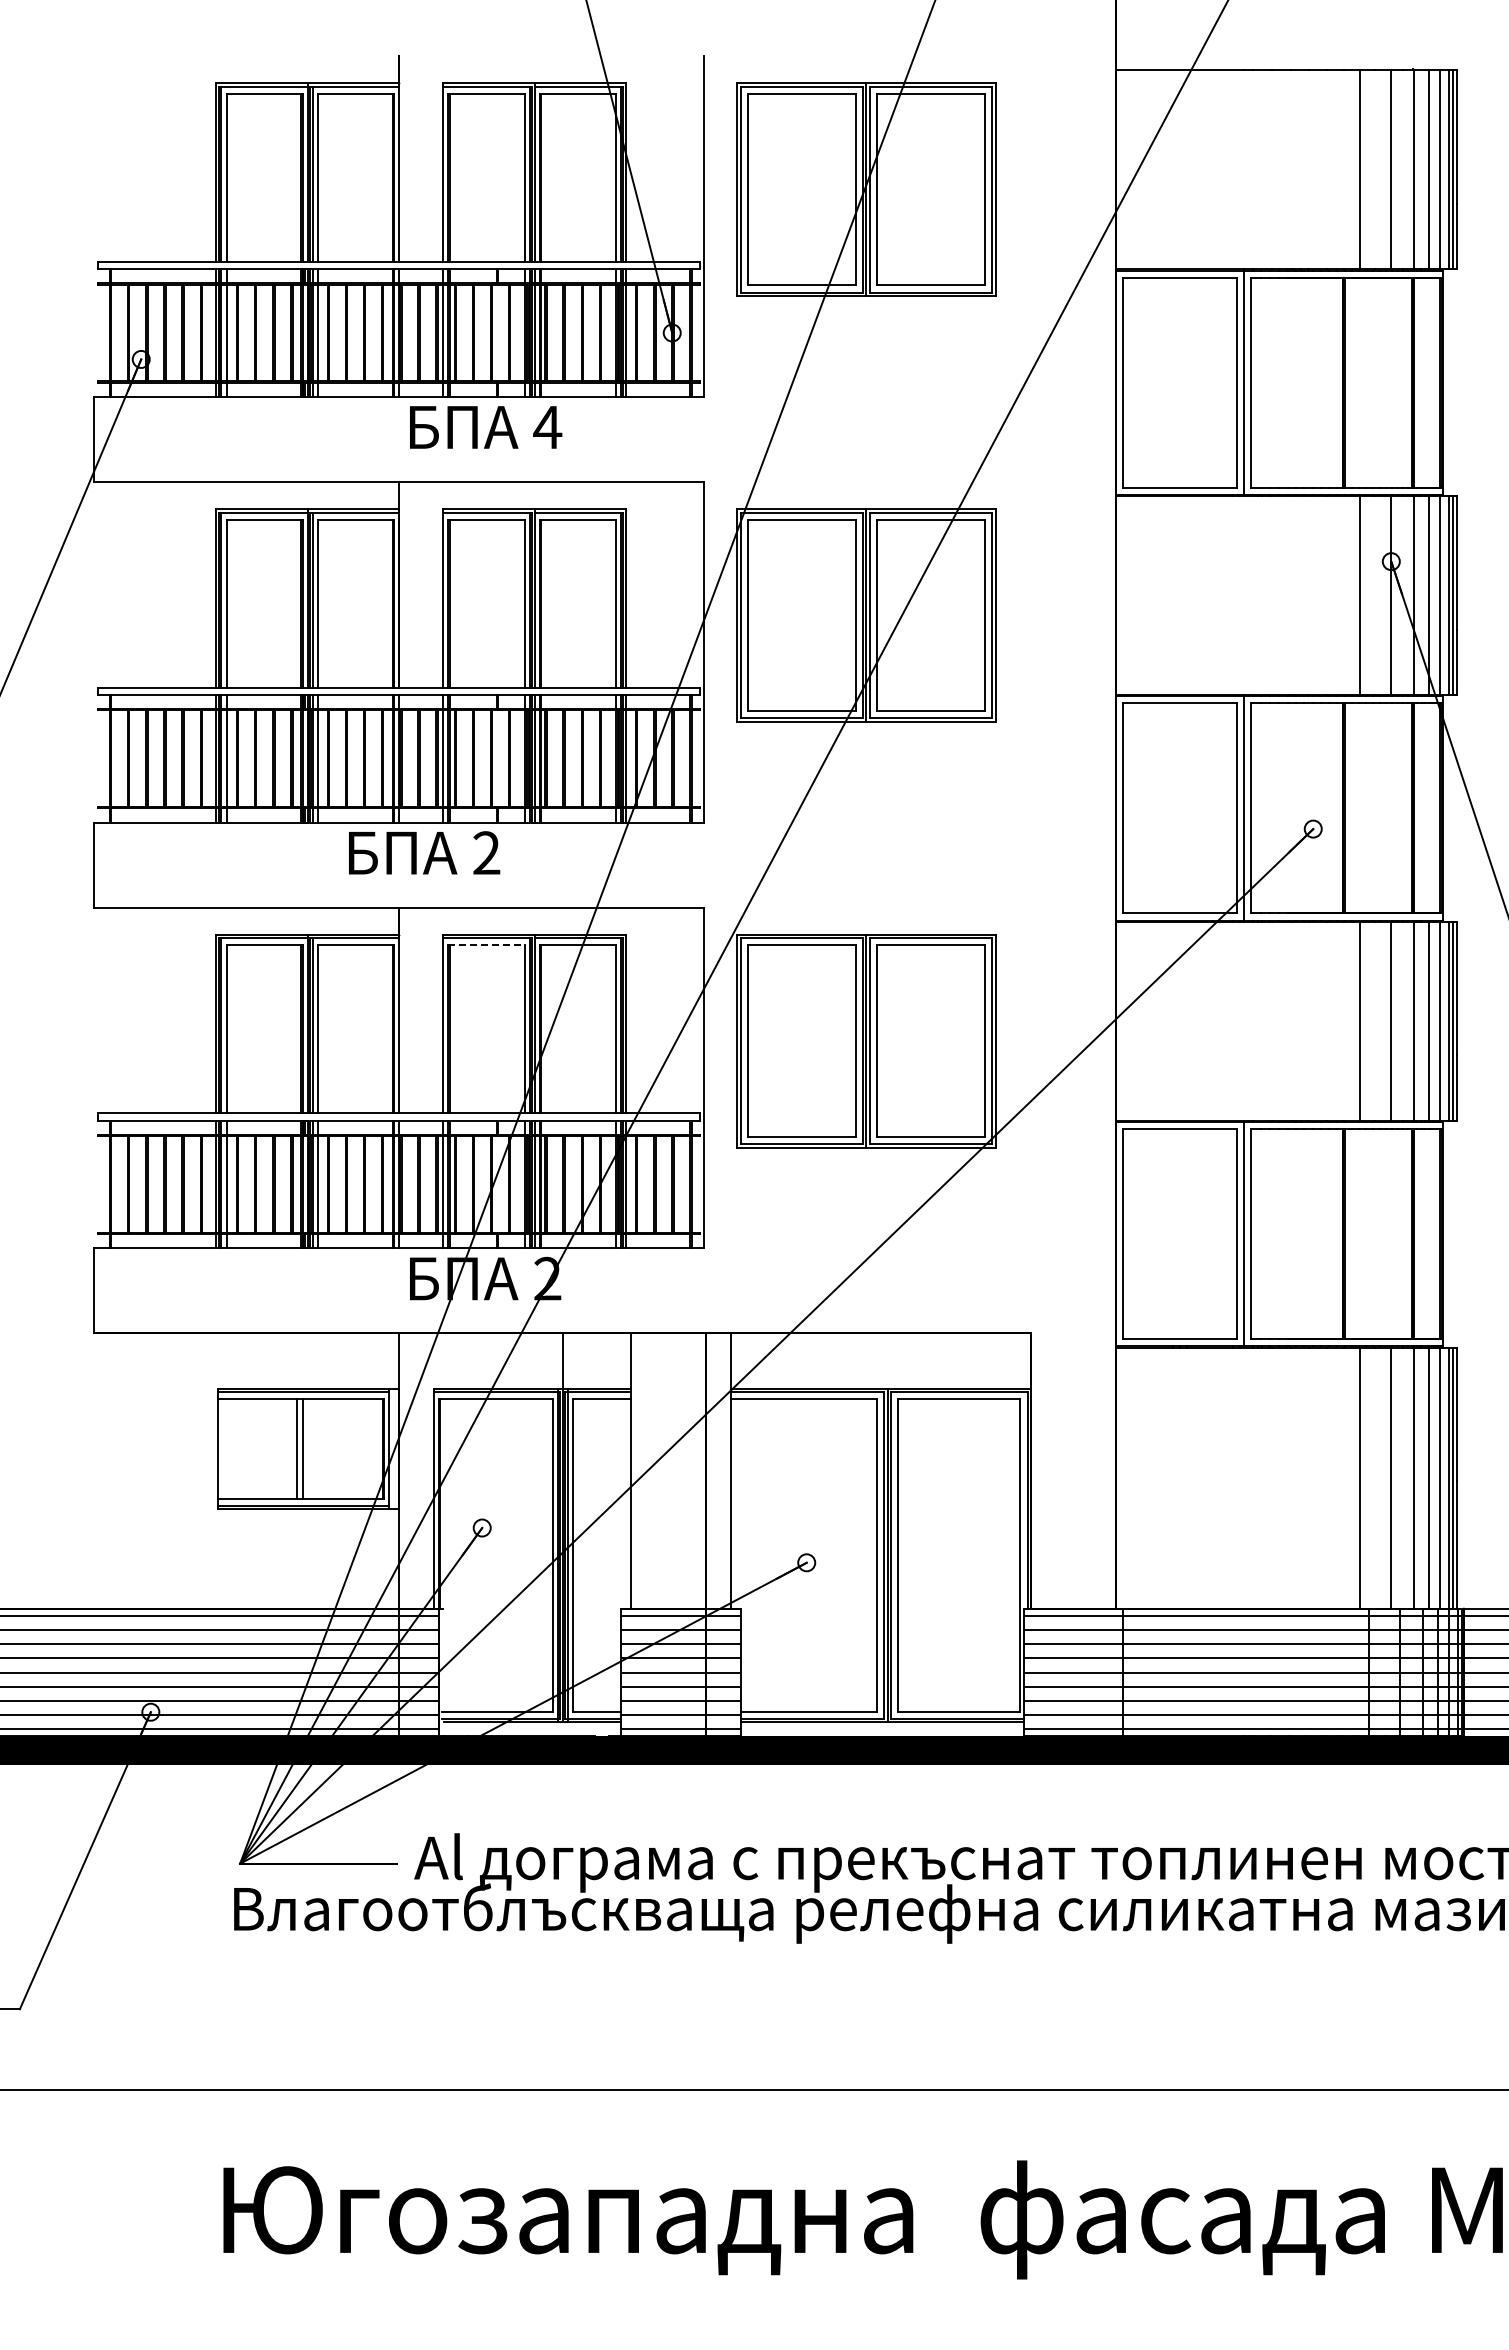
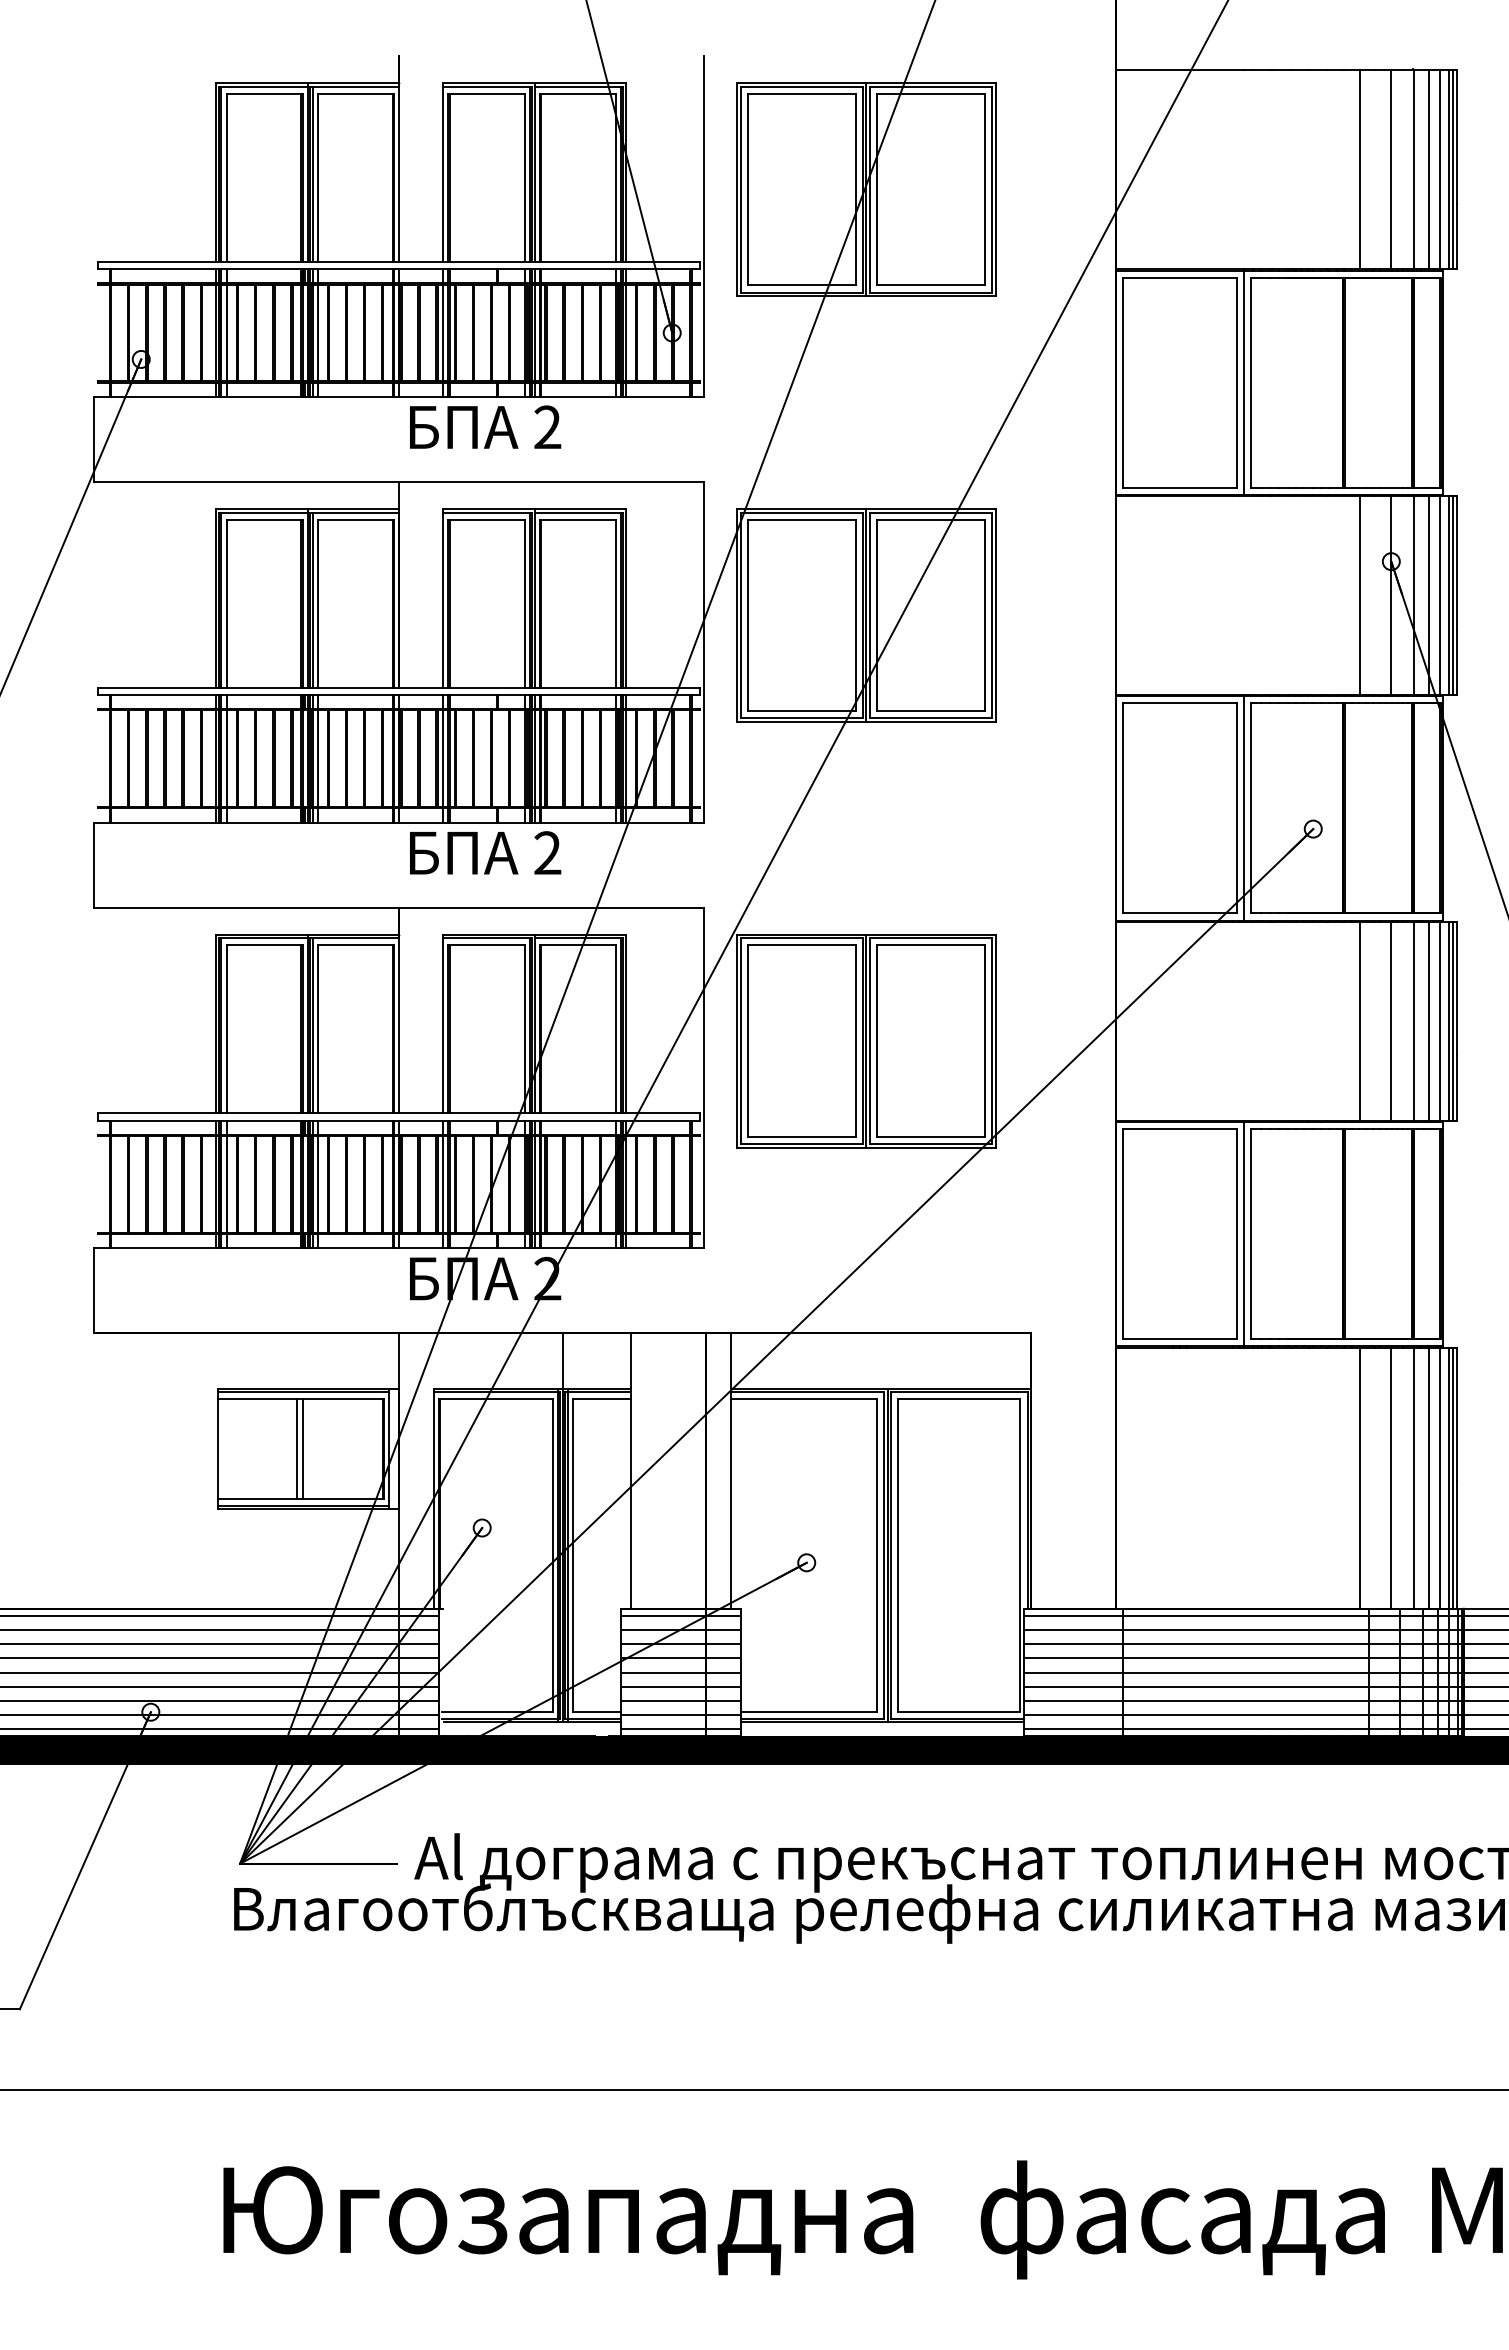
text at (547, 426): 4 -> 2
text at (424, 852) position: (424, 852) -> (485, 852)
line at (486, 945): dashed -> solid
